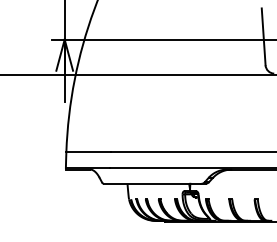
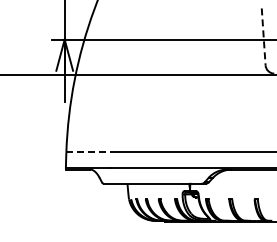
line at (263, 36): solid -> dashed
line at (88, 152): solid -> dashed
